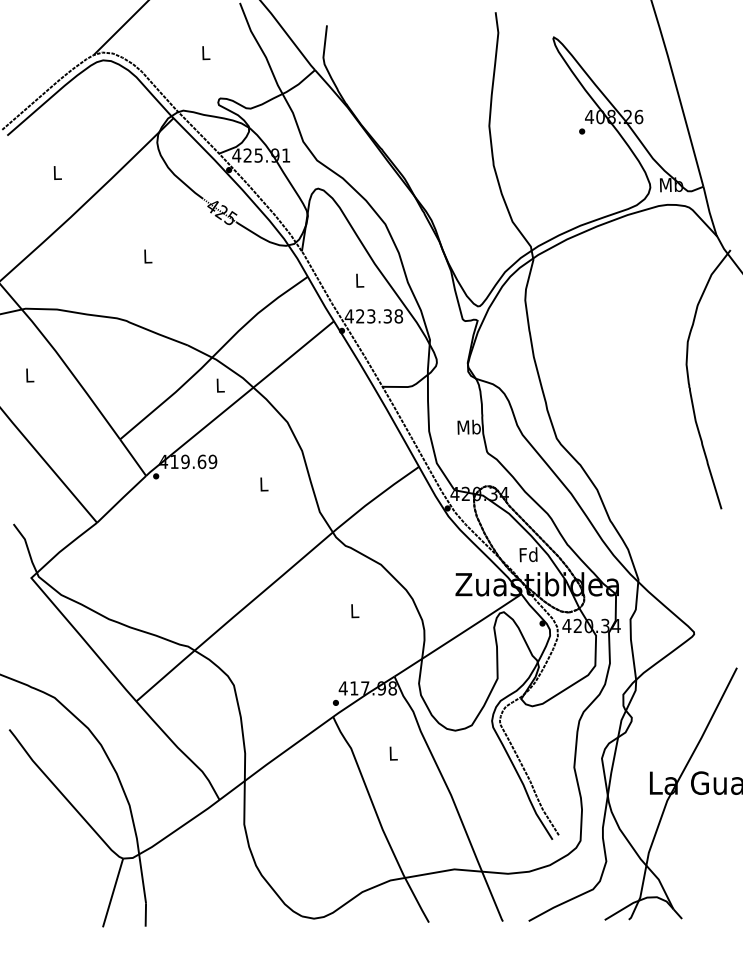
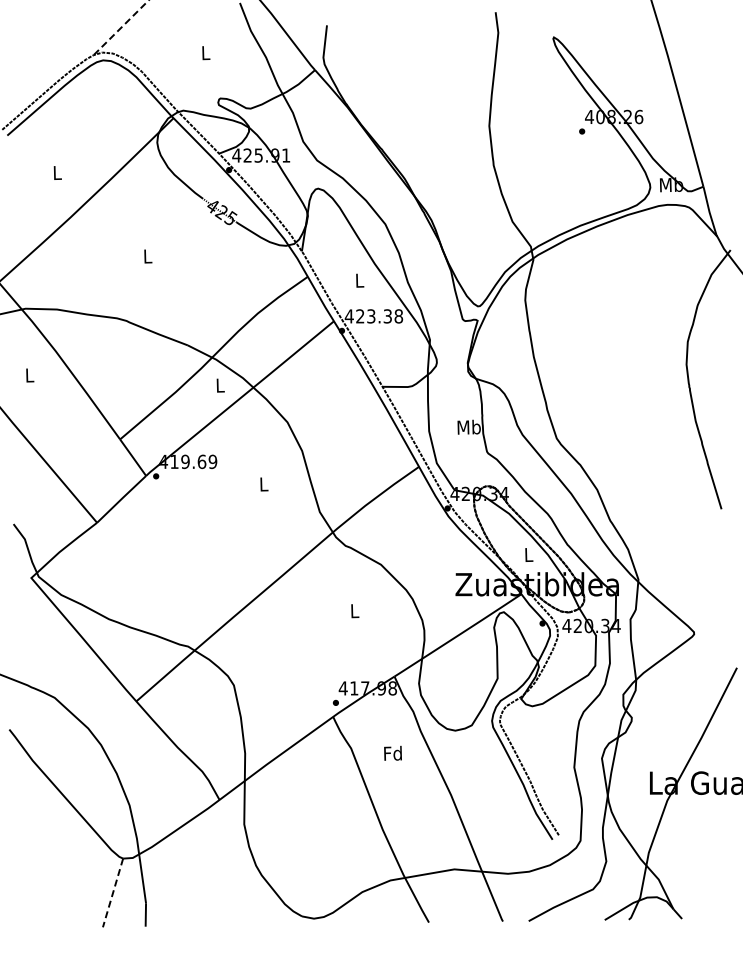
line at (121, 27): solid -> dashed
text at (528, 554): Fd -> L
text at (392, 752): L -> Fd
line at (113, 892): solid -> dashed
